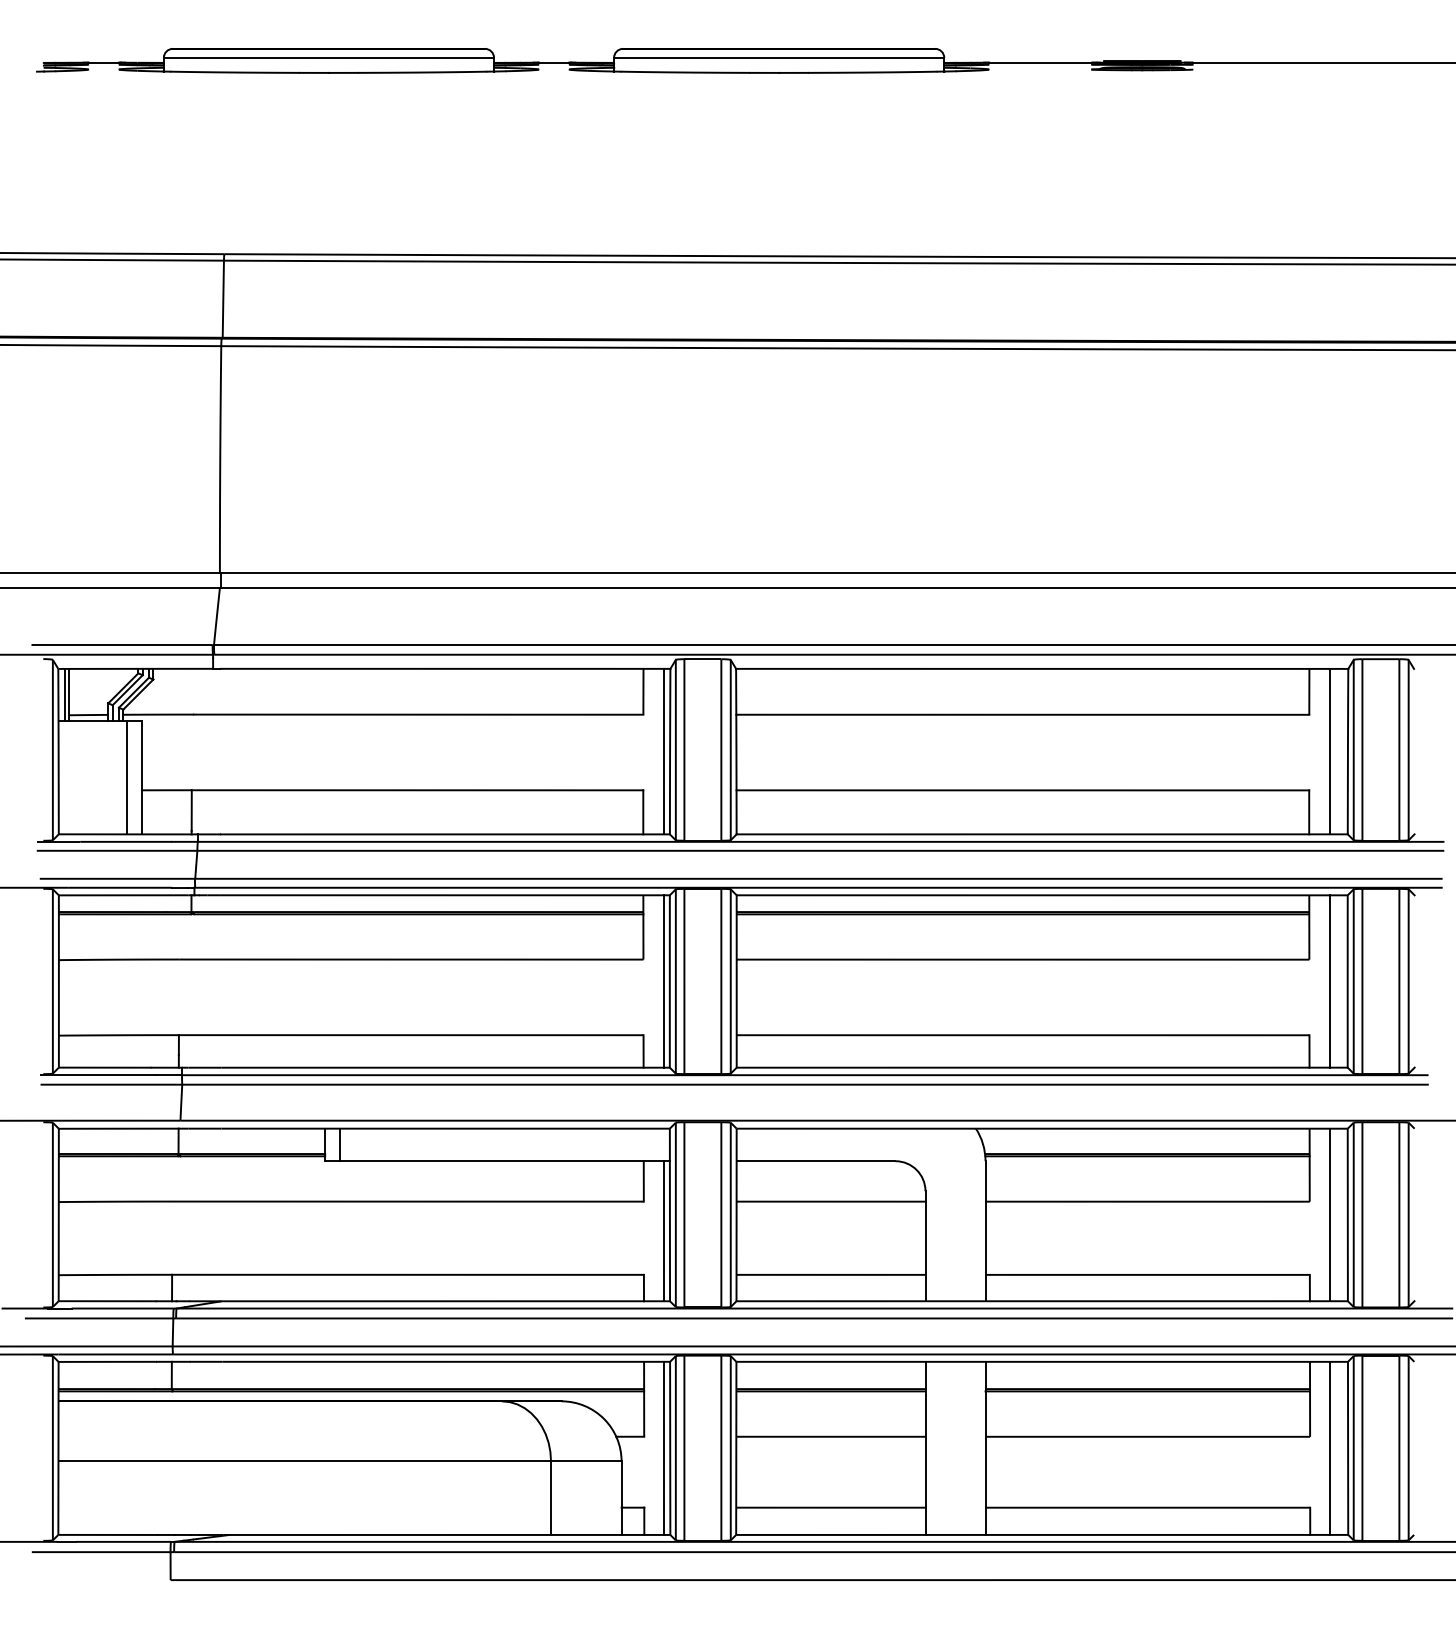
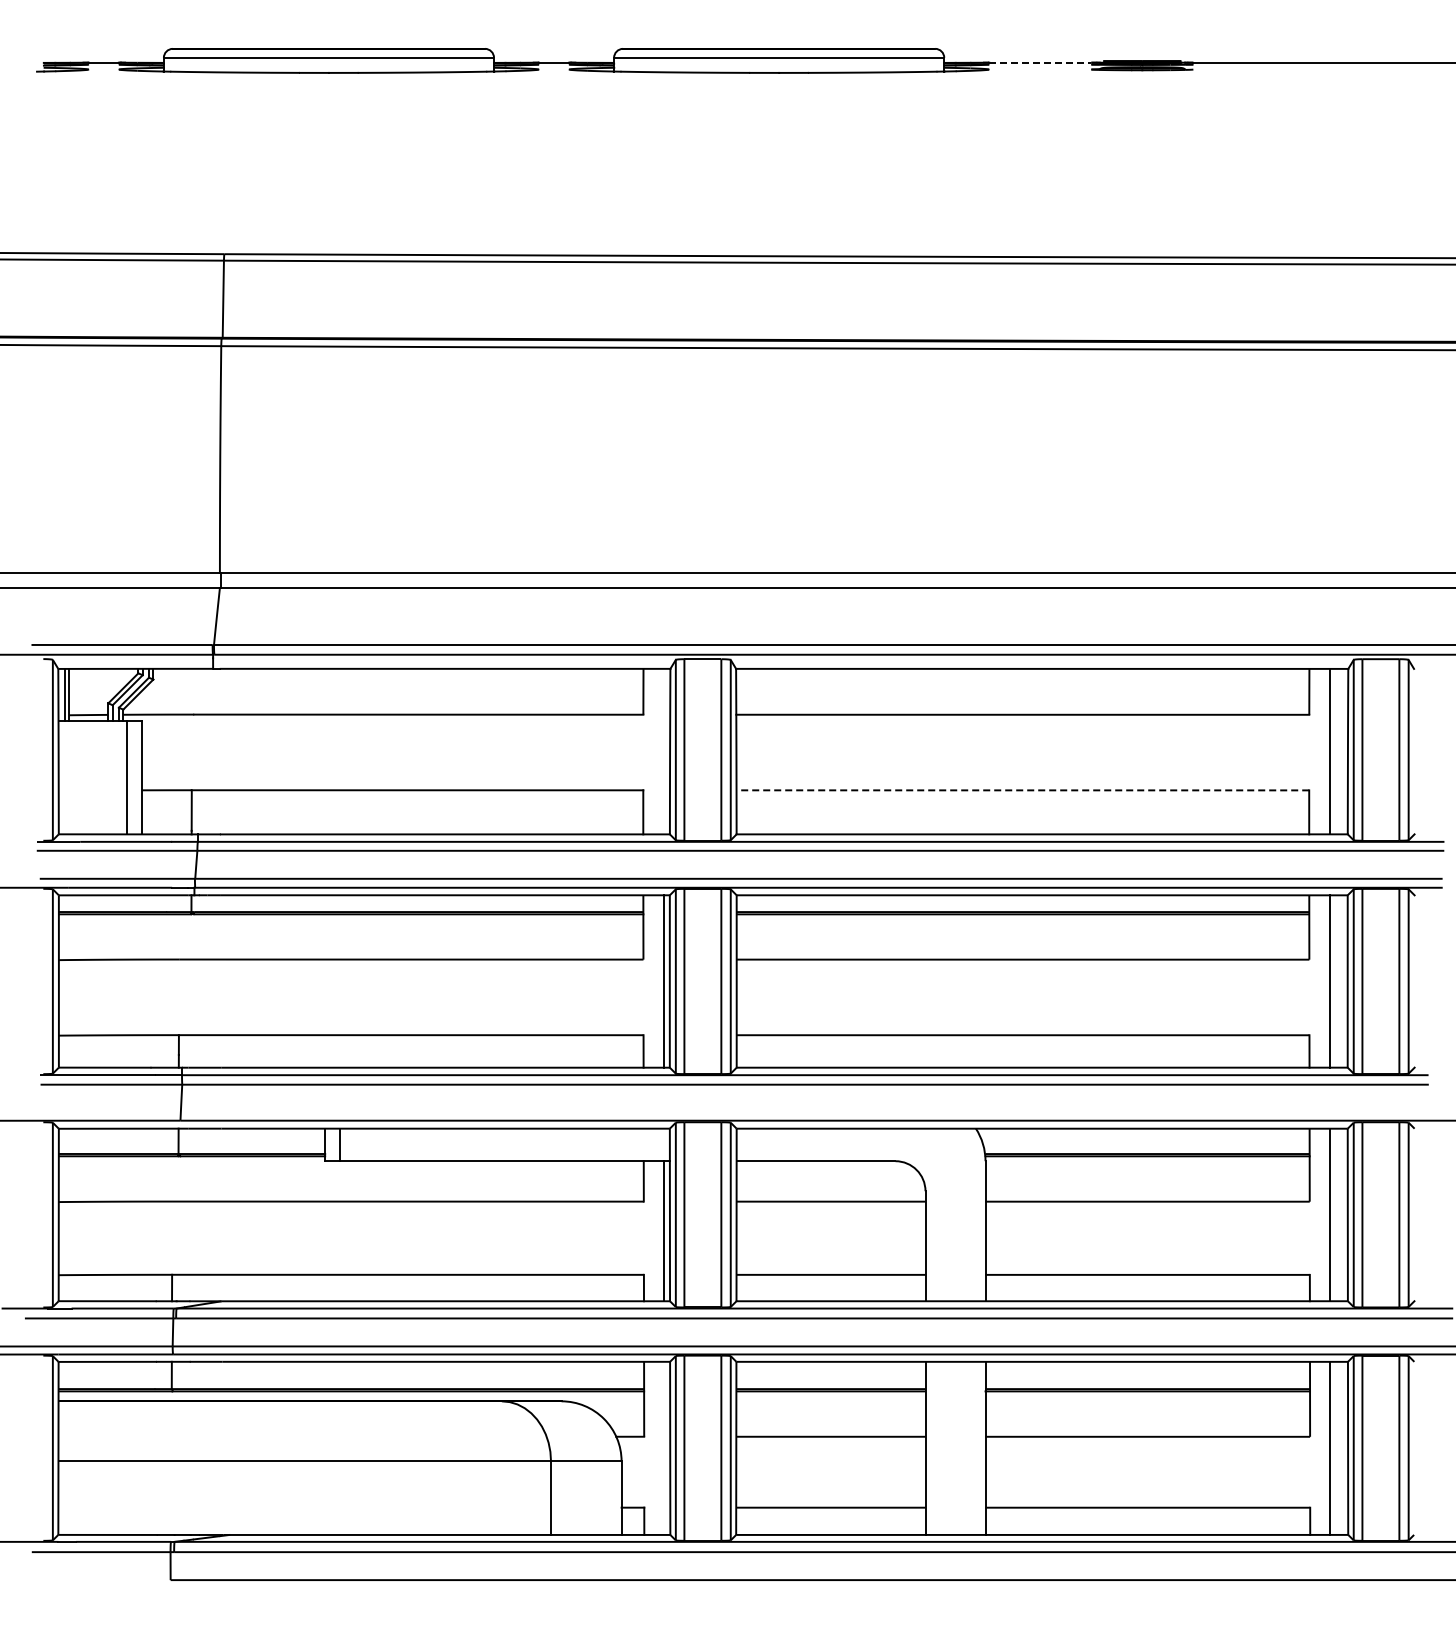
line at (1040, 62): solid -> dashed
line at (664, 751): present -> none
line at (1022, 790): solid -> dashed
line at (664, 1447): present -> none
